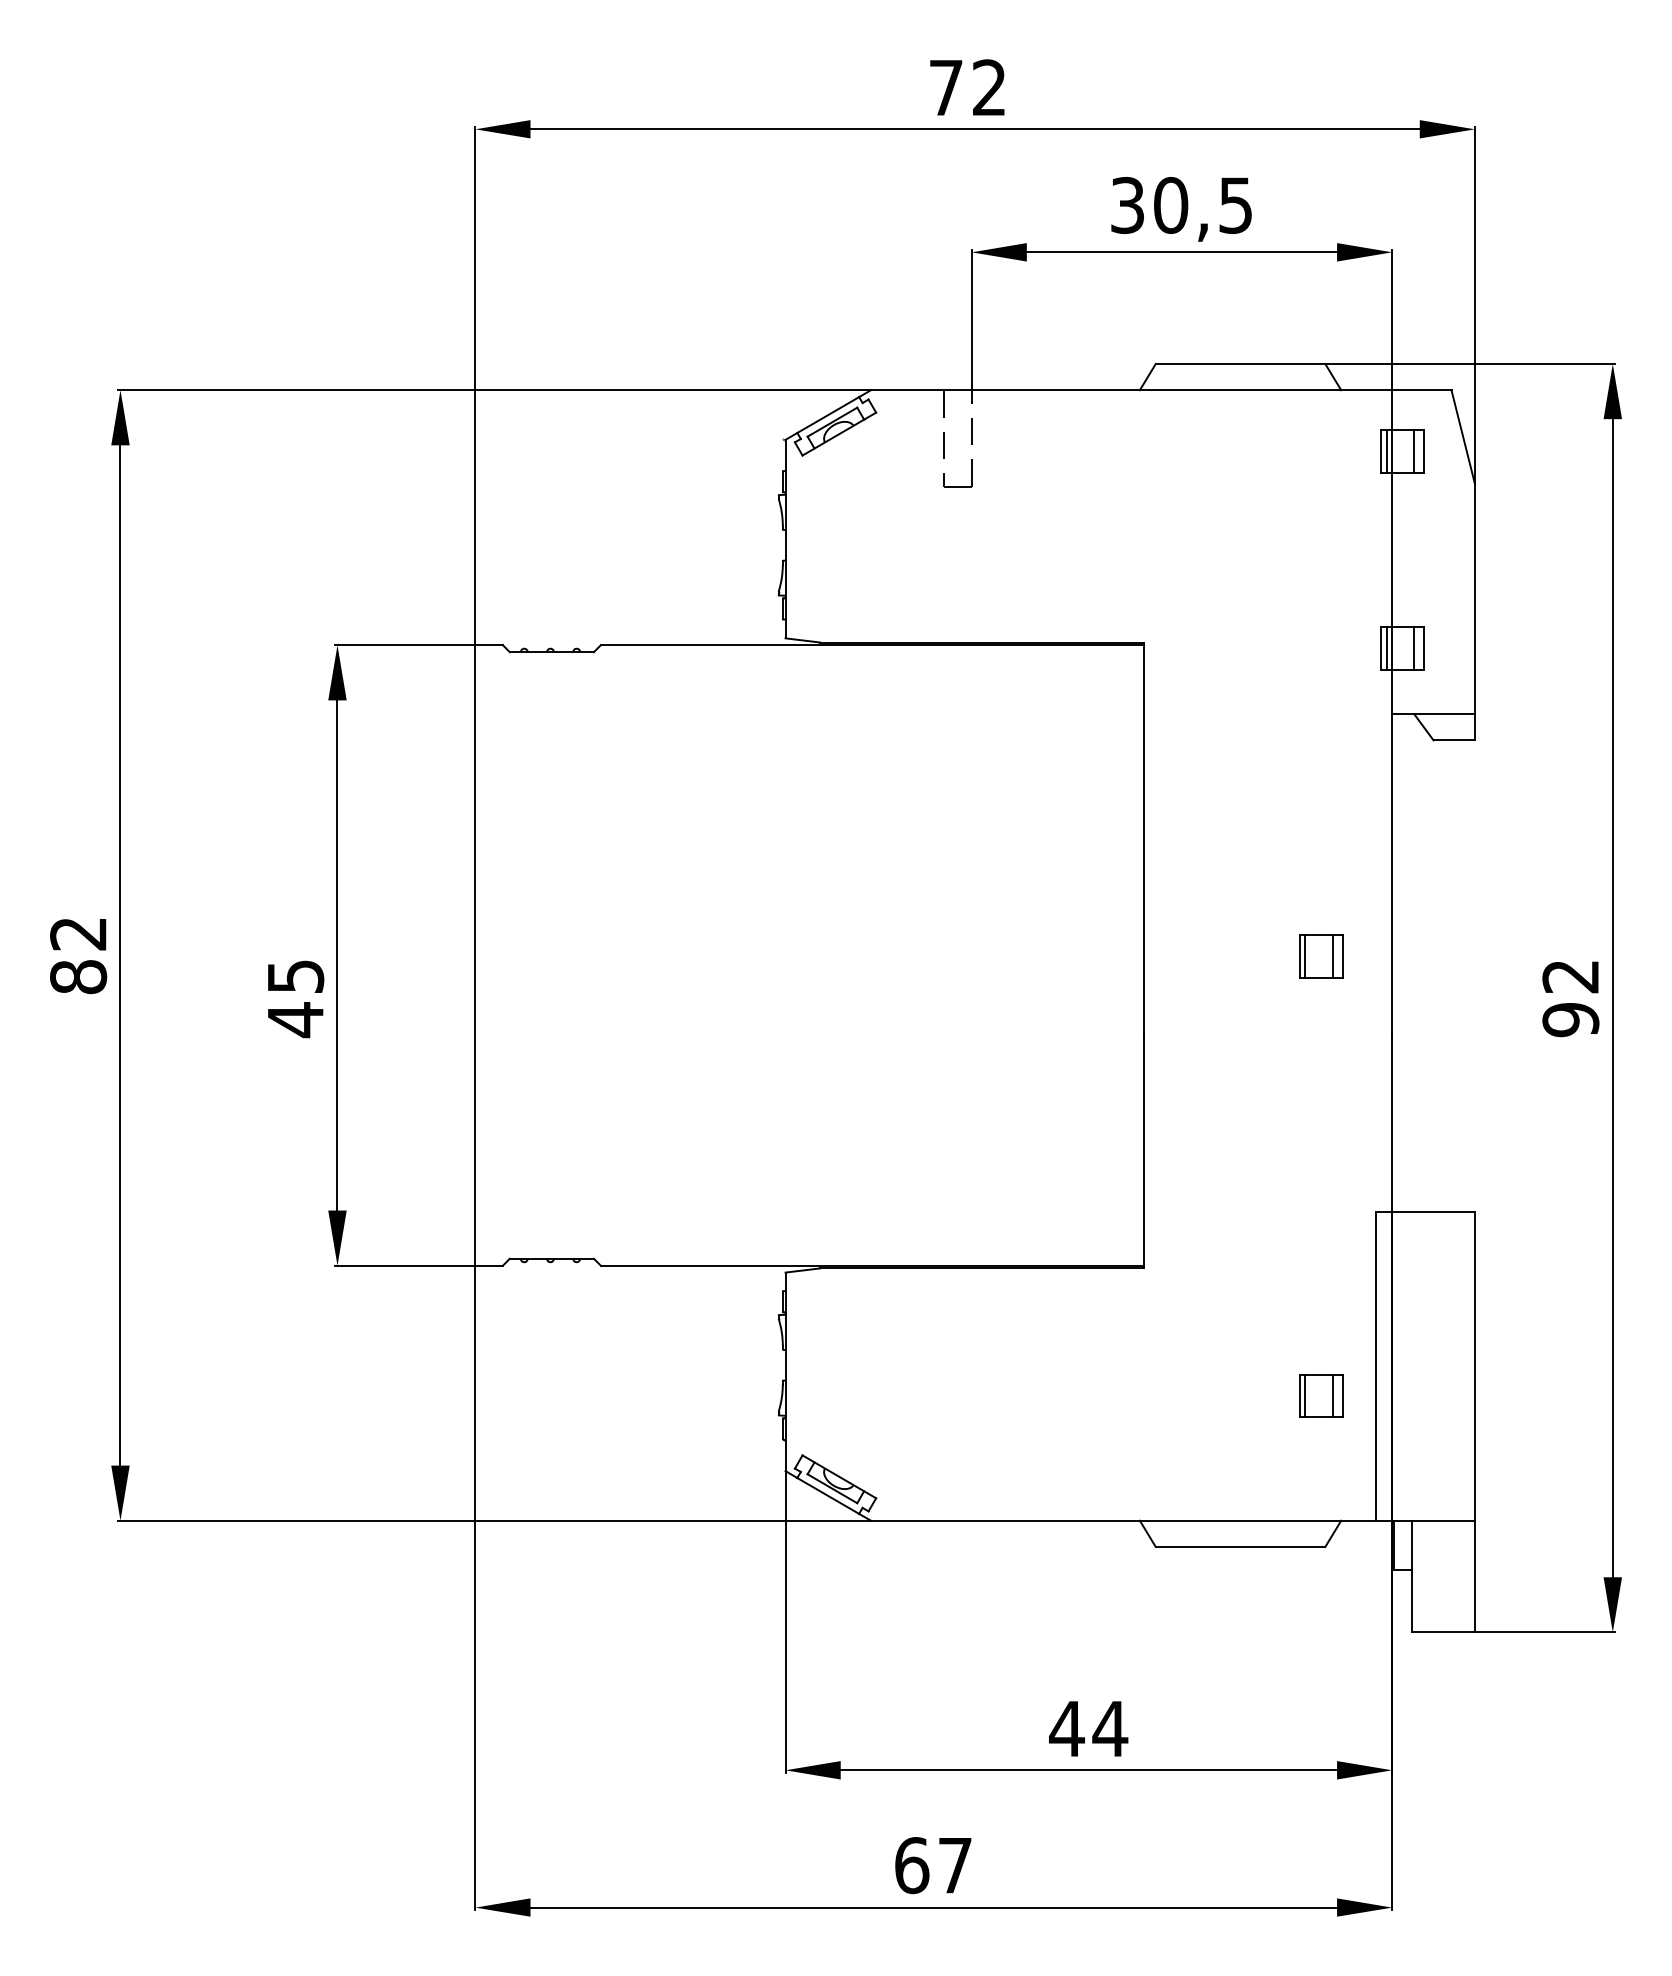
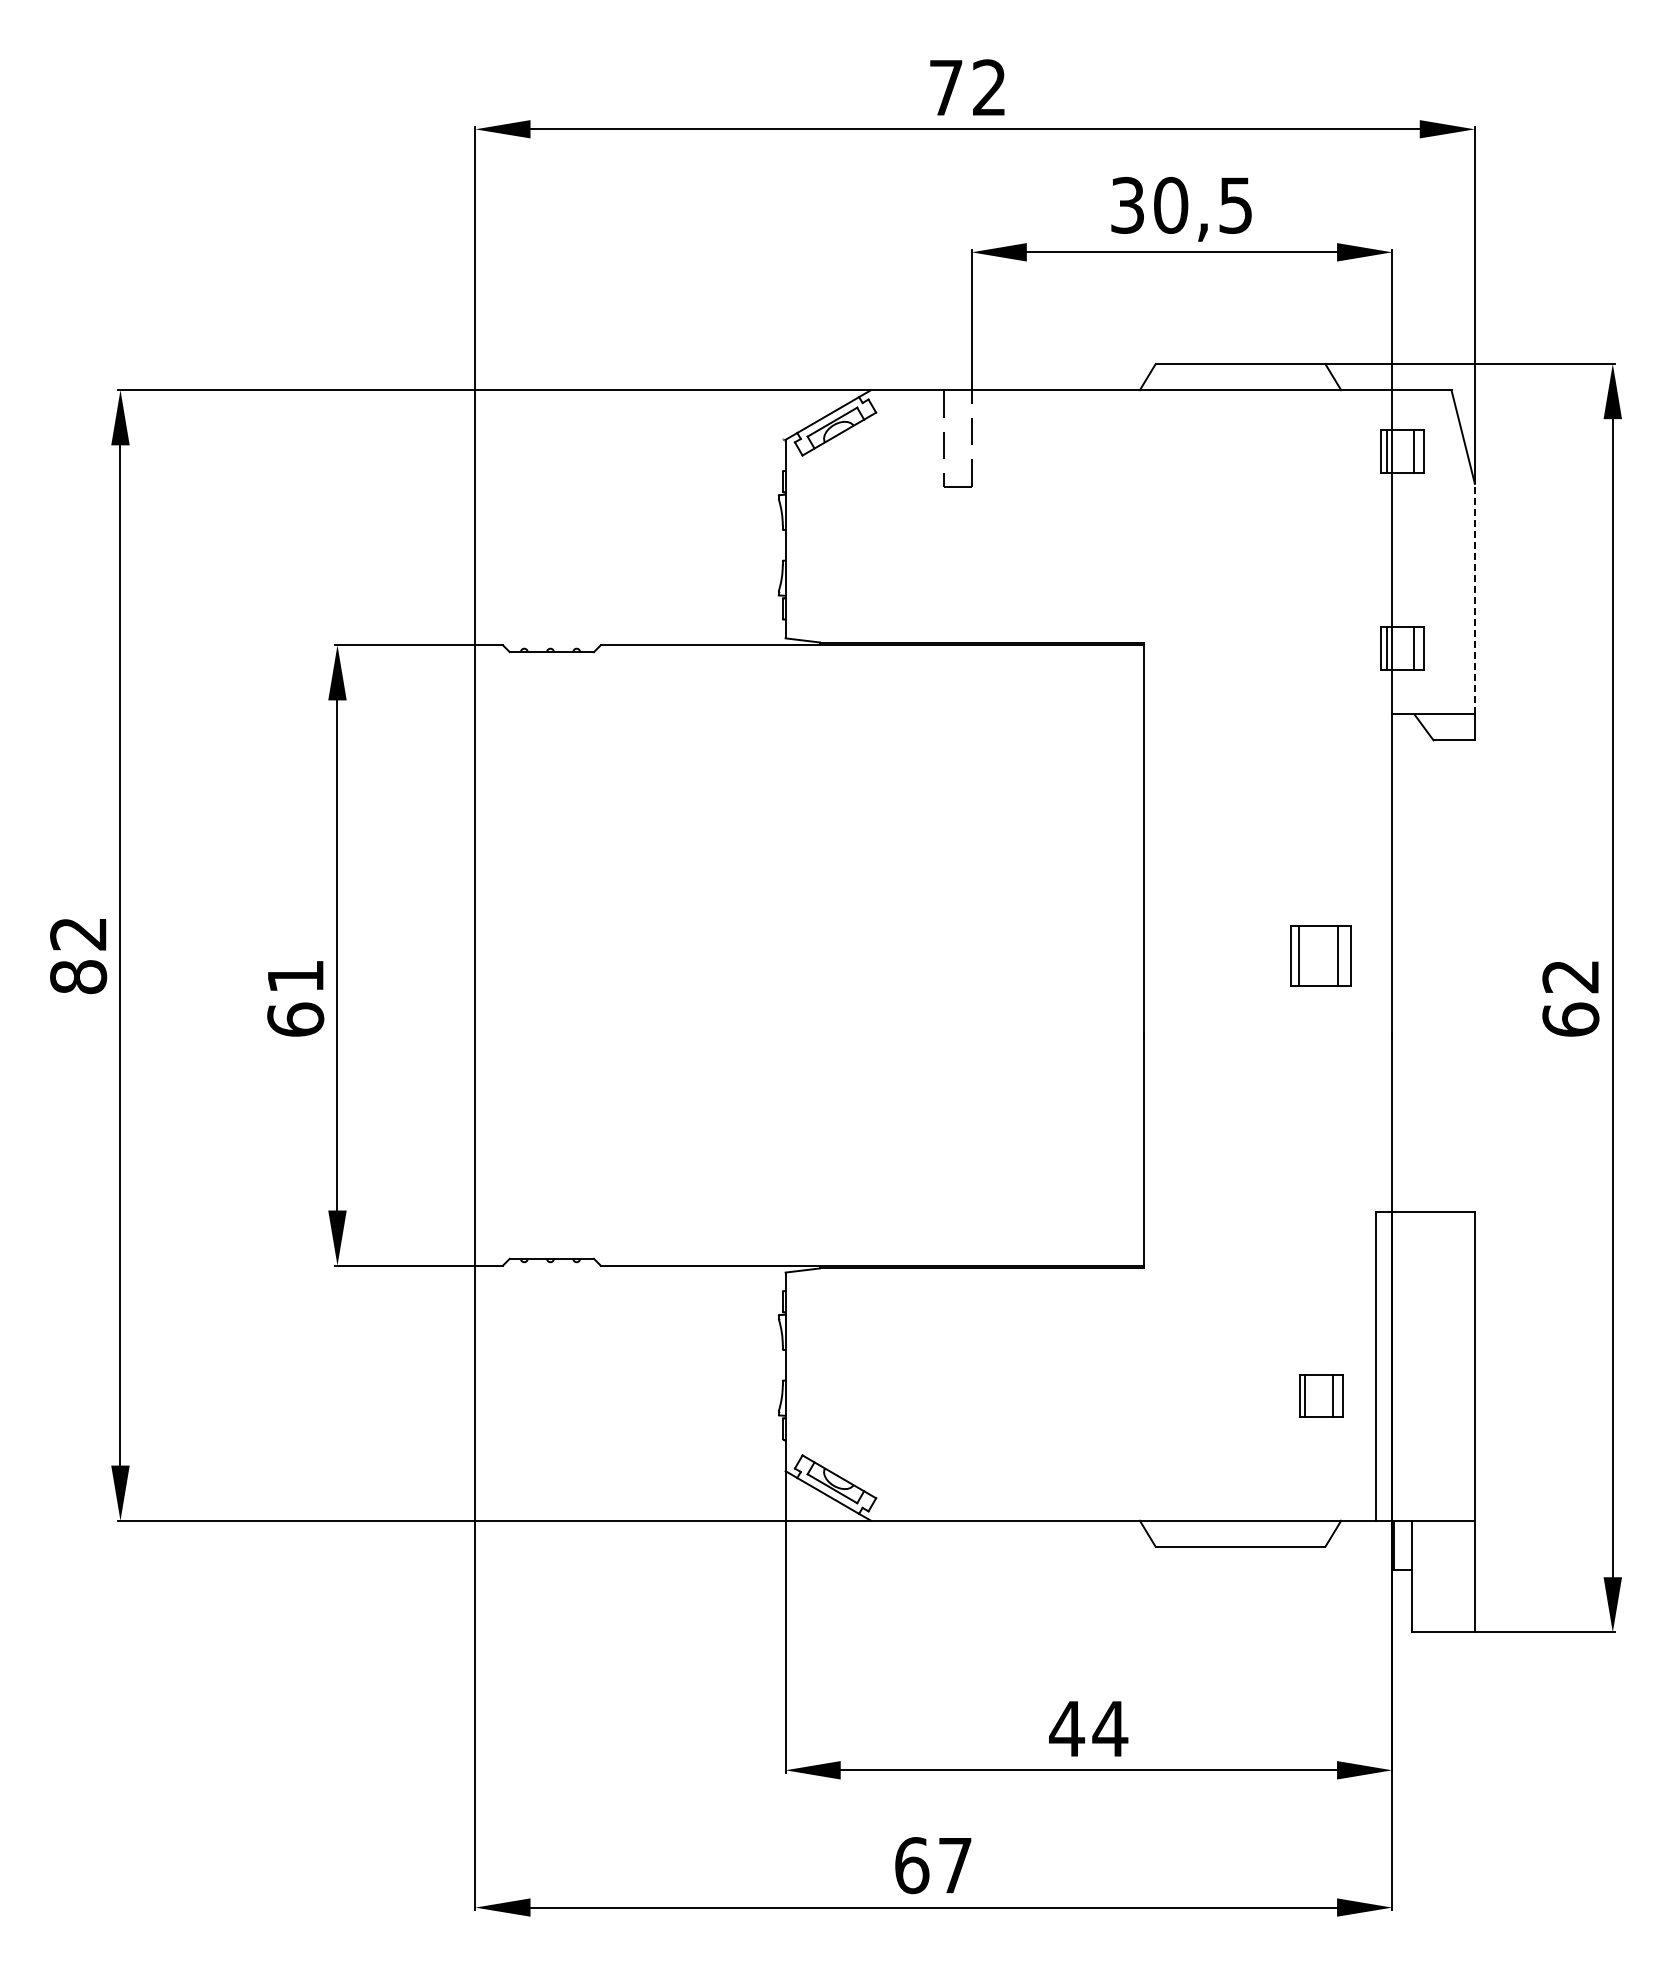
line at (1474, 598): solid -> dashed
part at (1321, 956) size: 45x45 px -> 62x62 px
text at (295, 999): 45 -> 61
text at (1570, 1019): 92 -> 62
